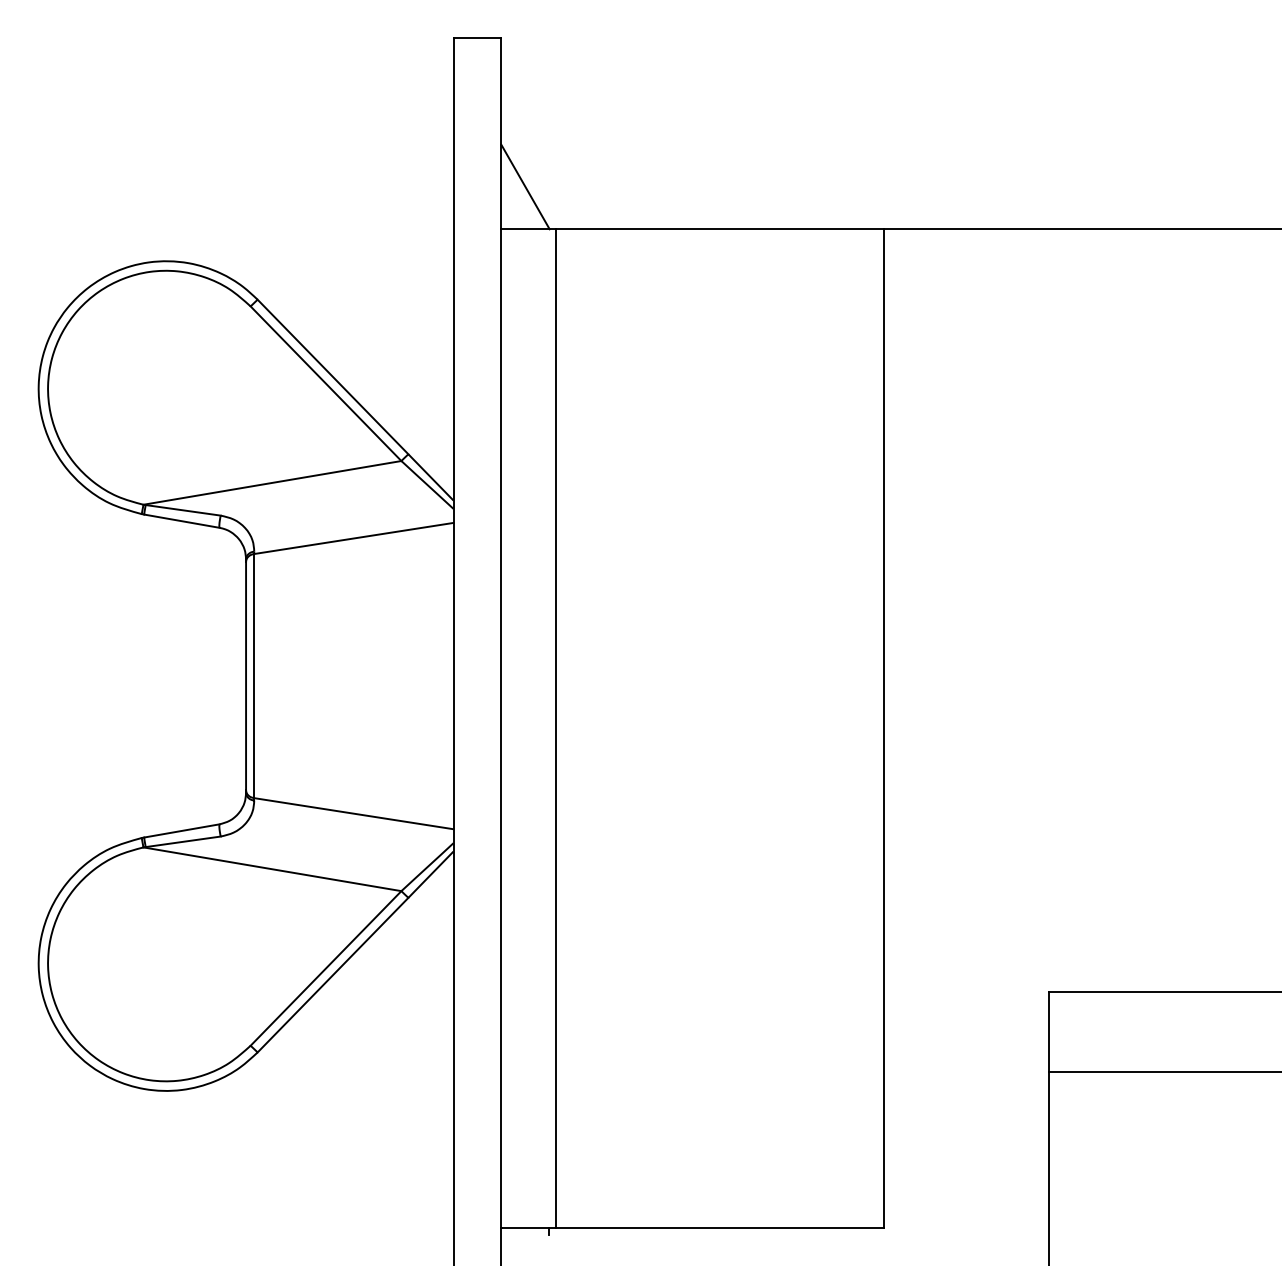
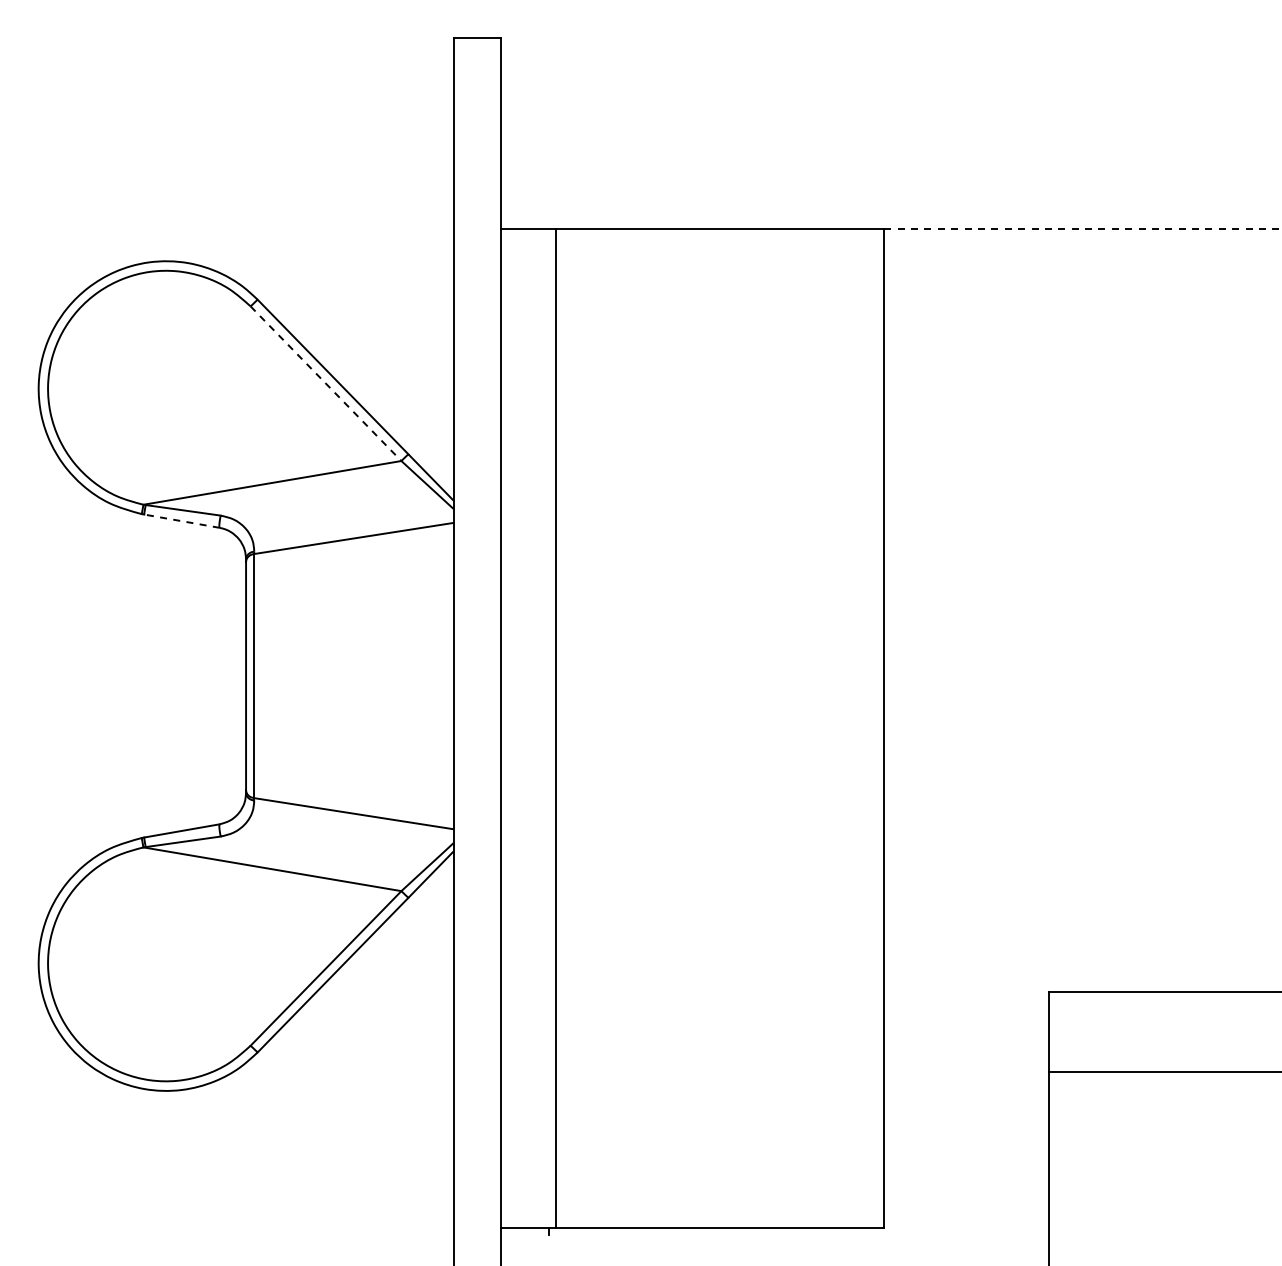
line at (525, 186): present -> none
line at (1083, 229): solid -> dashed
line at (326, 383): solid -> dashed
line at (181, 521): solid -> dashed
